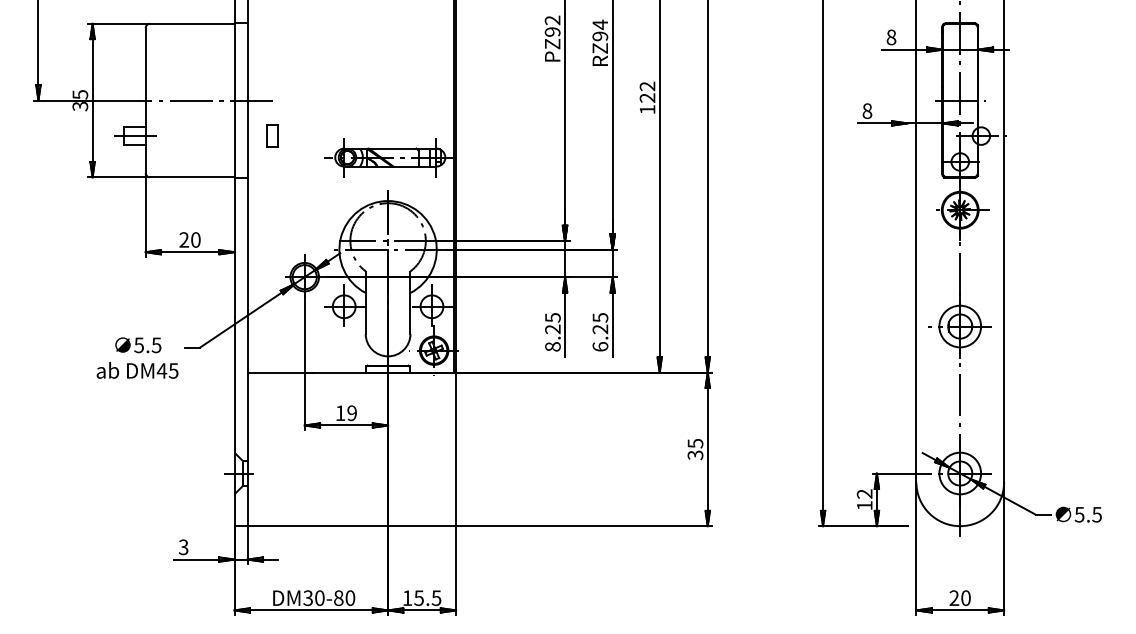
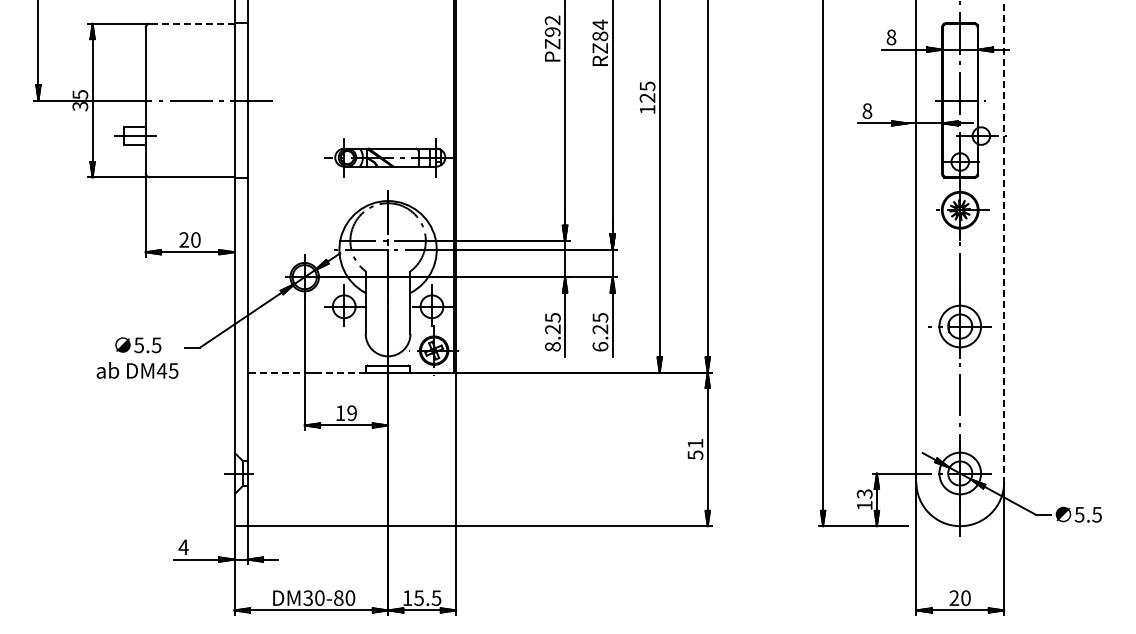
line at (191, 23): solid -> dashed
text at (600, 36): RZ94 -> RZ84
text at (647, 86): 122 -> 125
part at (272, 135): present -> none
line at (1004, 241): solid -> dashed
line at (306, 372): solid -> dashed
text at (695, 449): 35 -> 51
text at (864, 493): 12 -> 13
text at (183, 547): 3 -> 4
